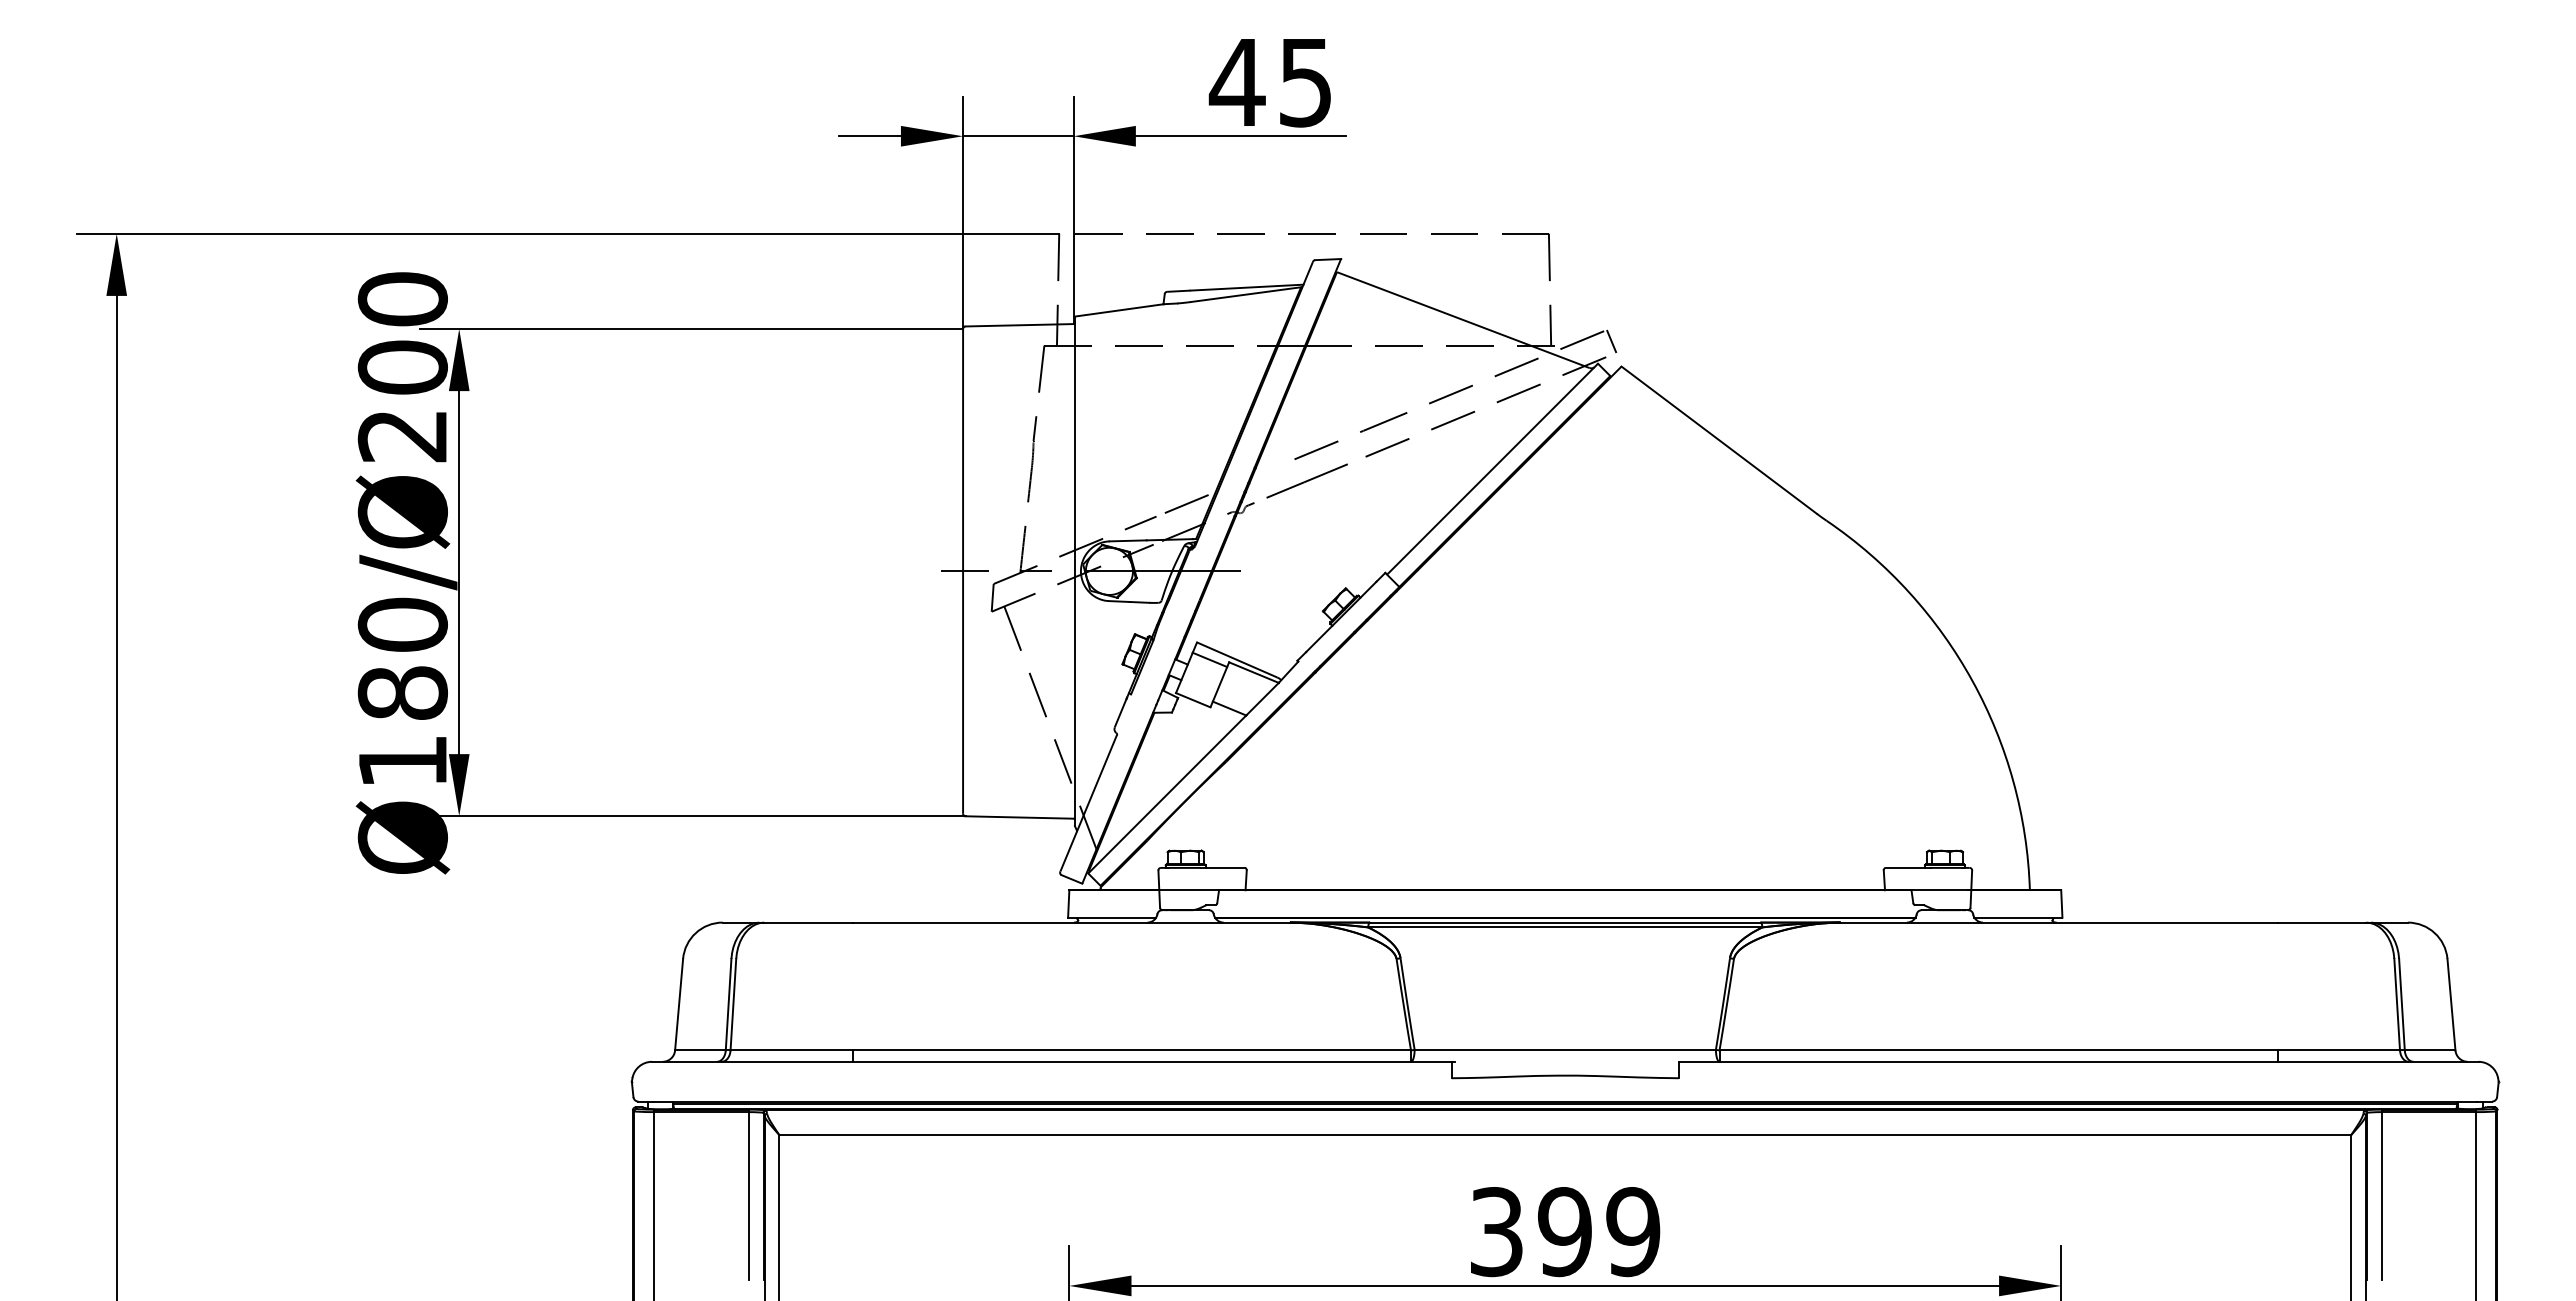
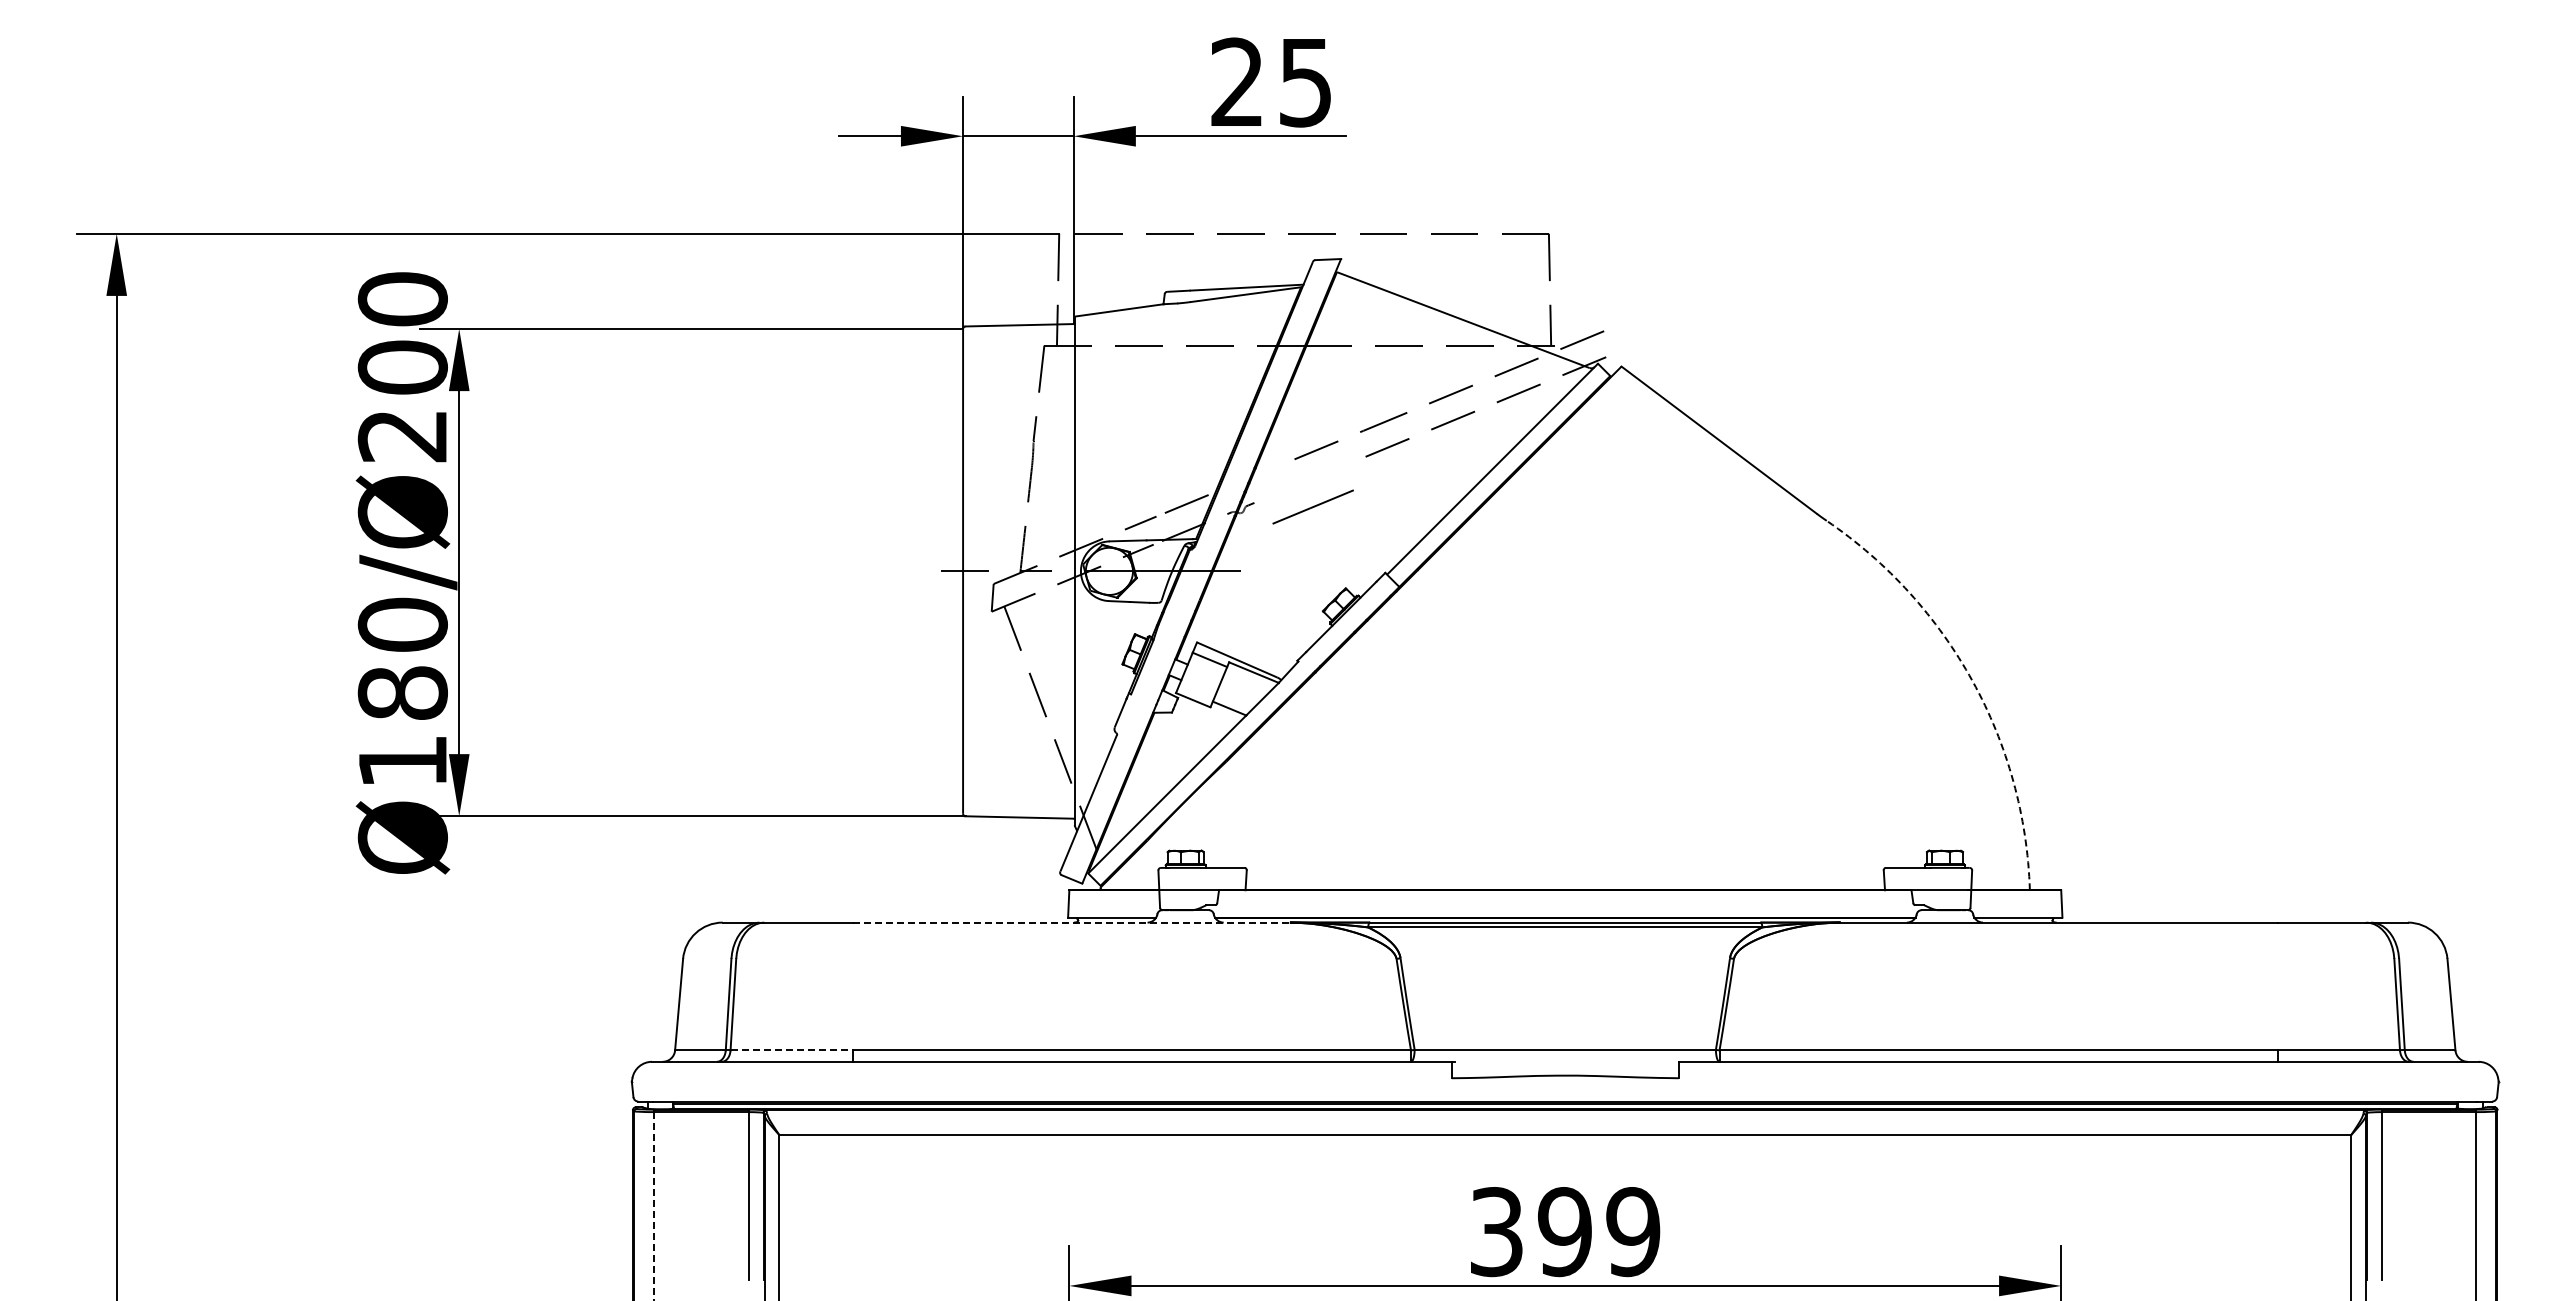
text at (1236, 81): 45 -> 25
line at (1611, 341): present -> none
line at (1306, 480) position: (1306, 480) -> (1312, 506)
arc at (1972, 681): solid -> dashed
line at (1071, 922): solid -> dashed
line at (792, 1050): solid -> dashed
line at (654, 1206): solid -> dashed
